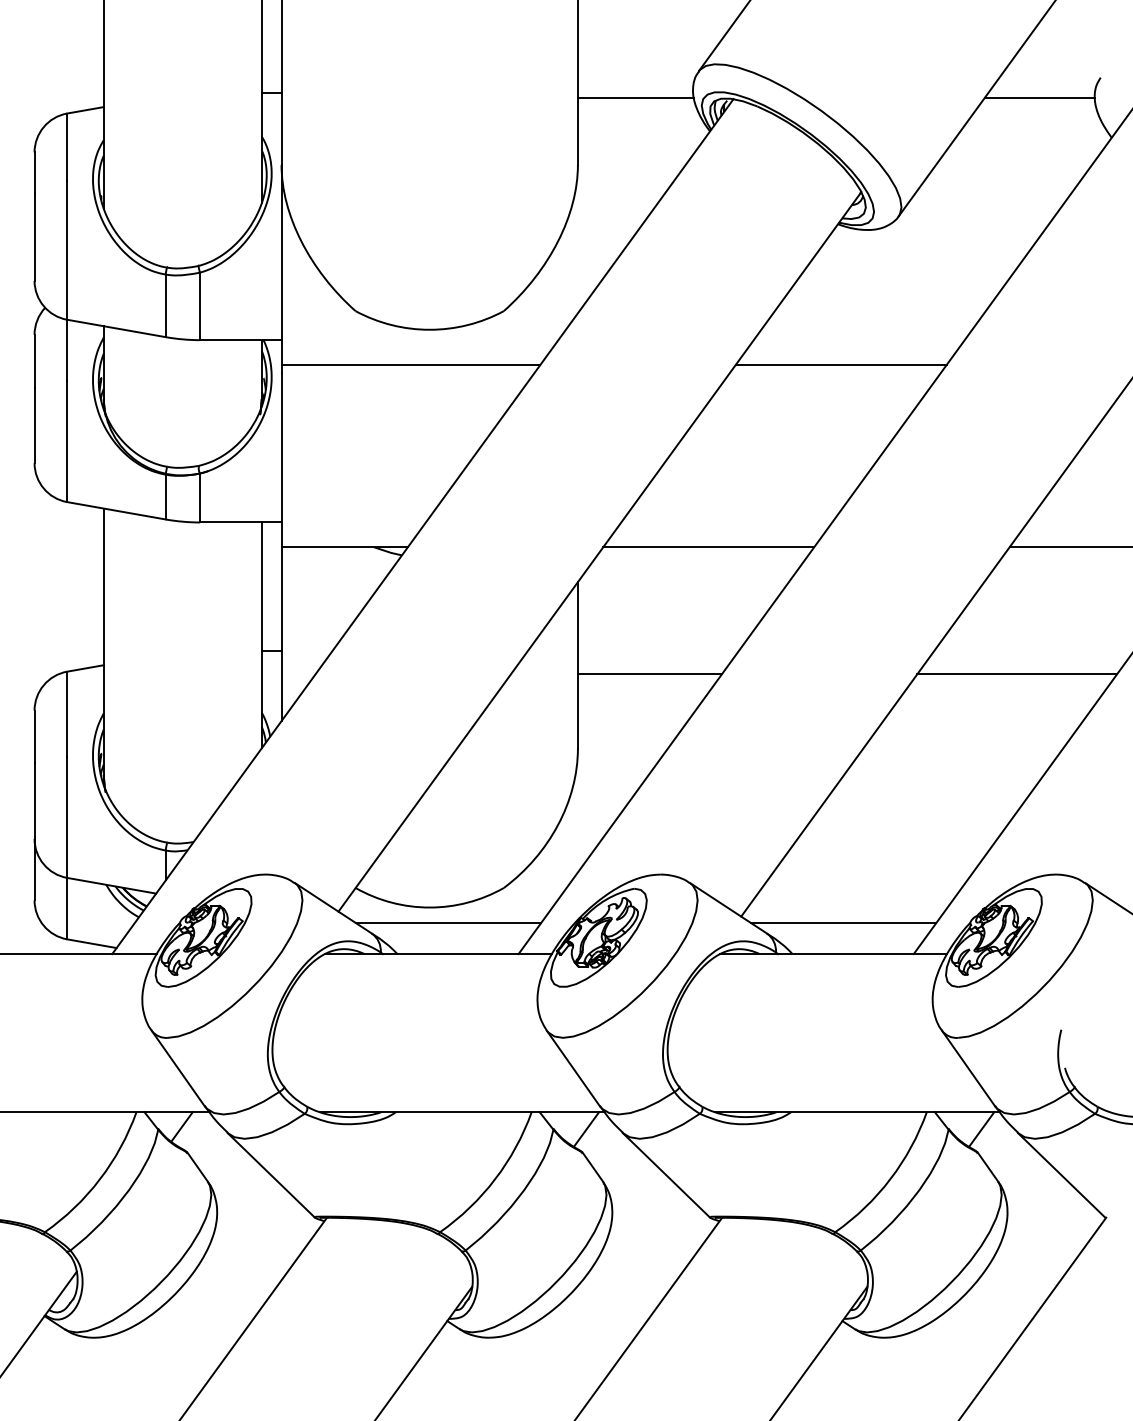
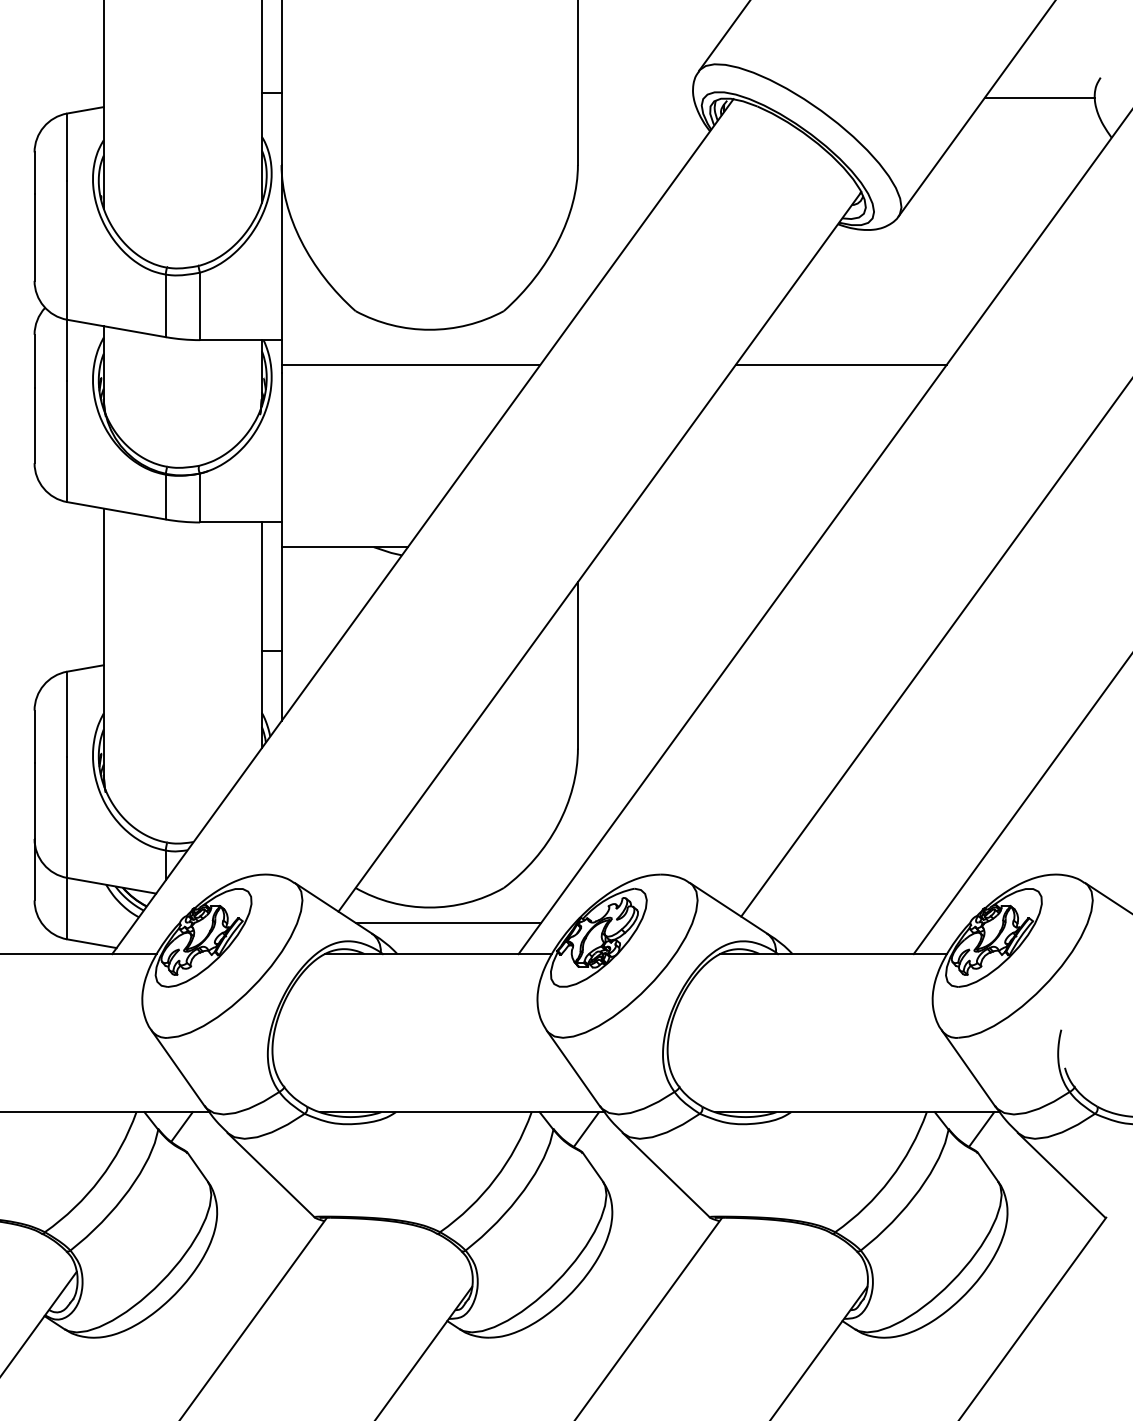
line at (635, 97): present -> none
line at (708, 547): present -> none
line at (1069, 547): present -> none
line at (649, 674): present -> none
line at (1017, 674): present -> none
line at (843, 922): present -> none
